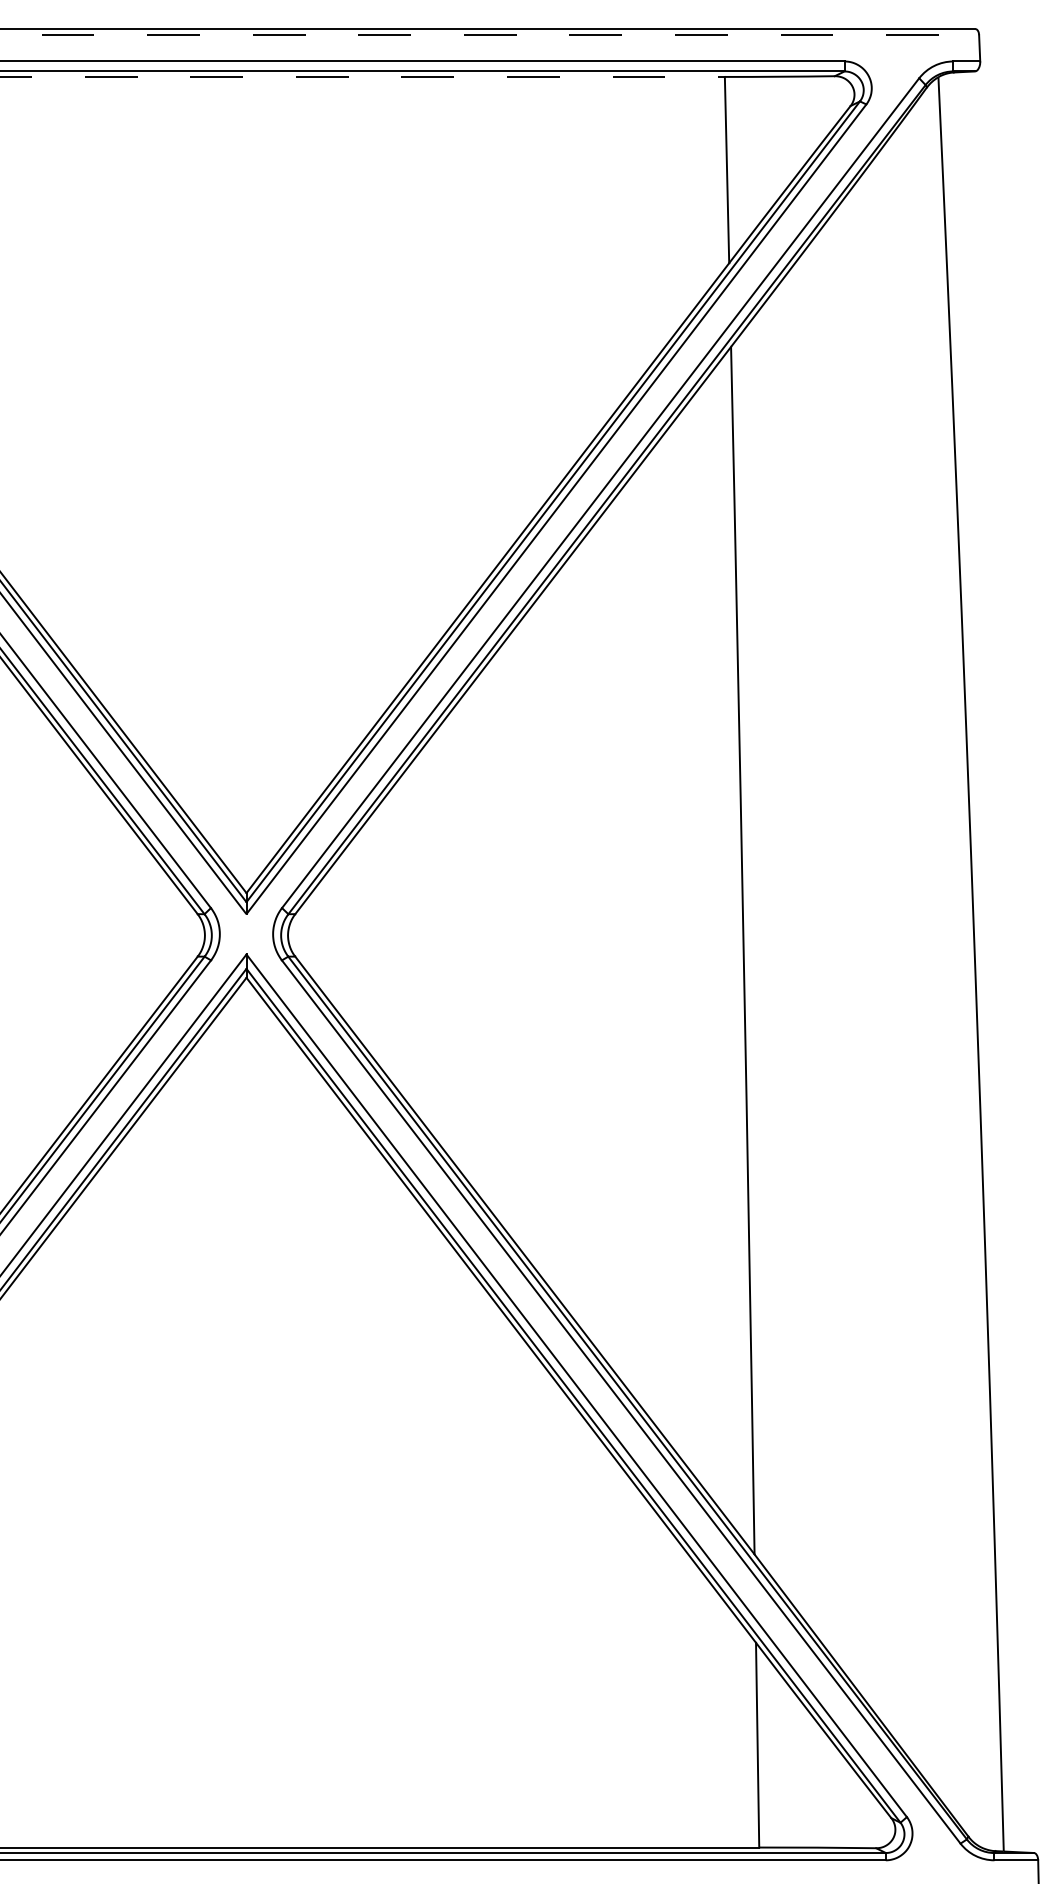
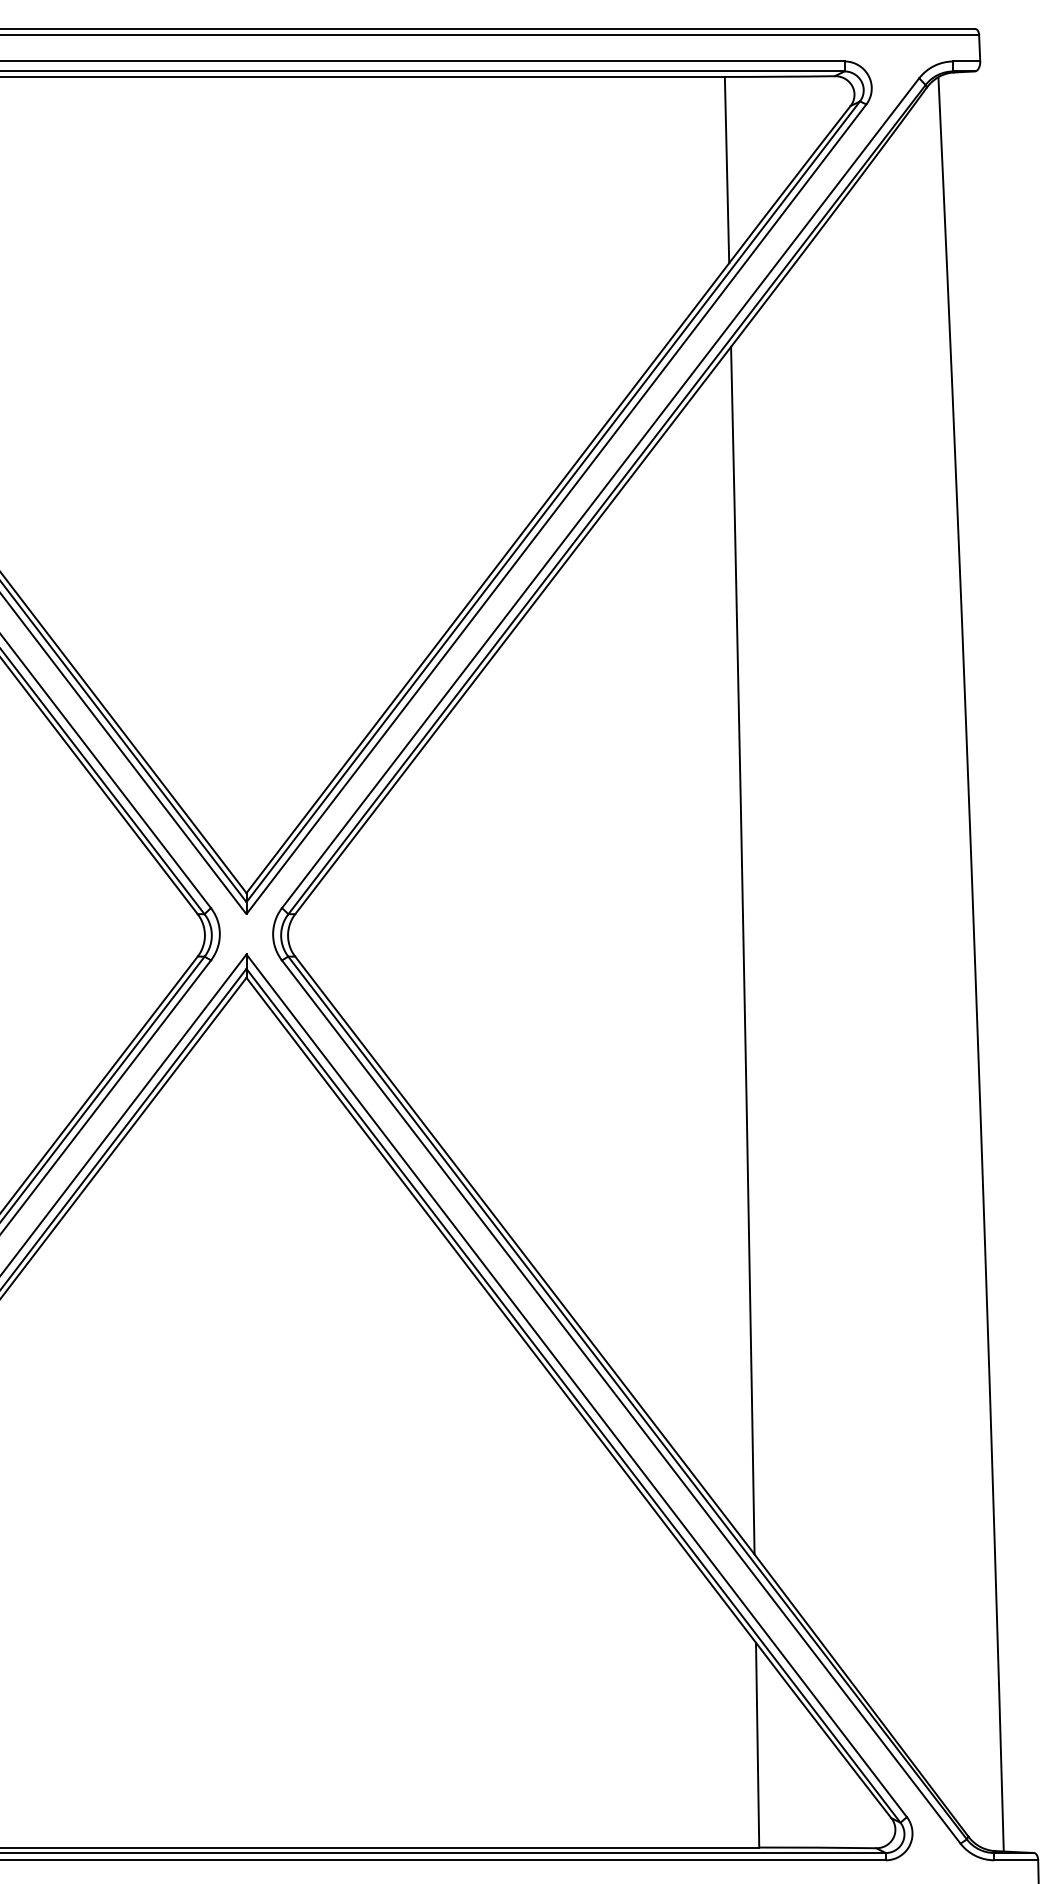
line at (490, 35): dashed -> solid
line at (362, 76): dashed -> solid
